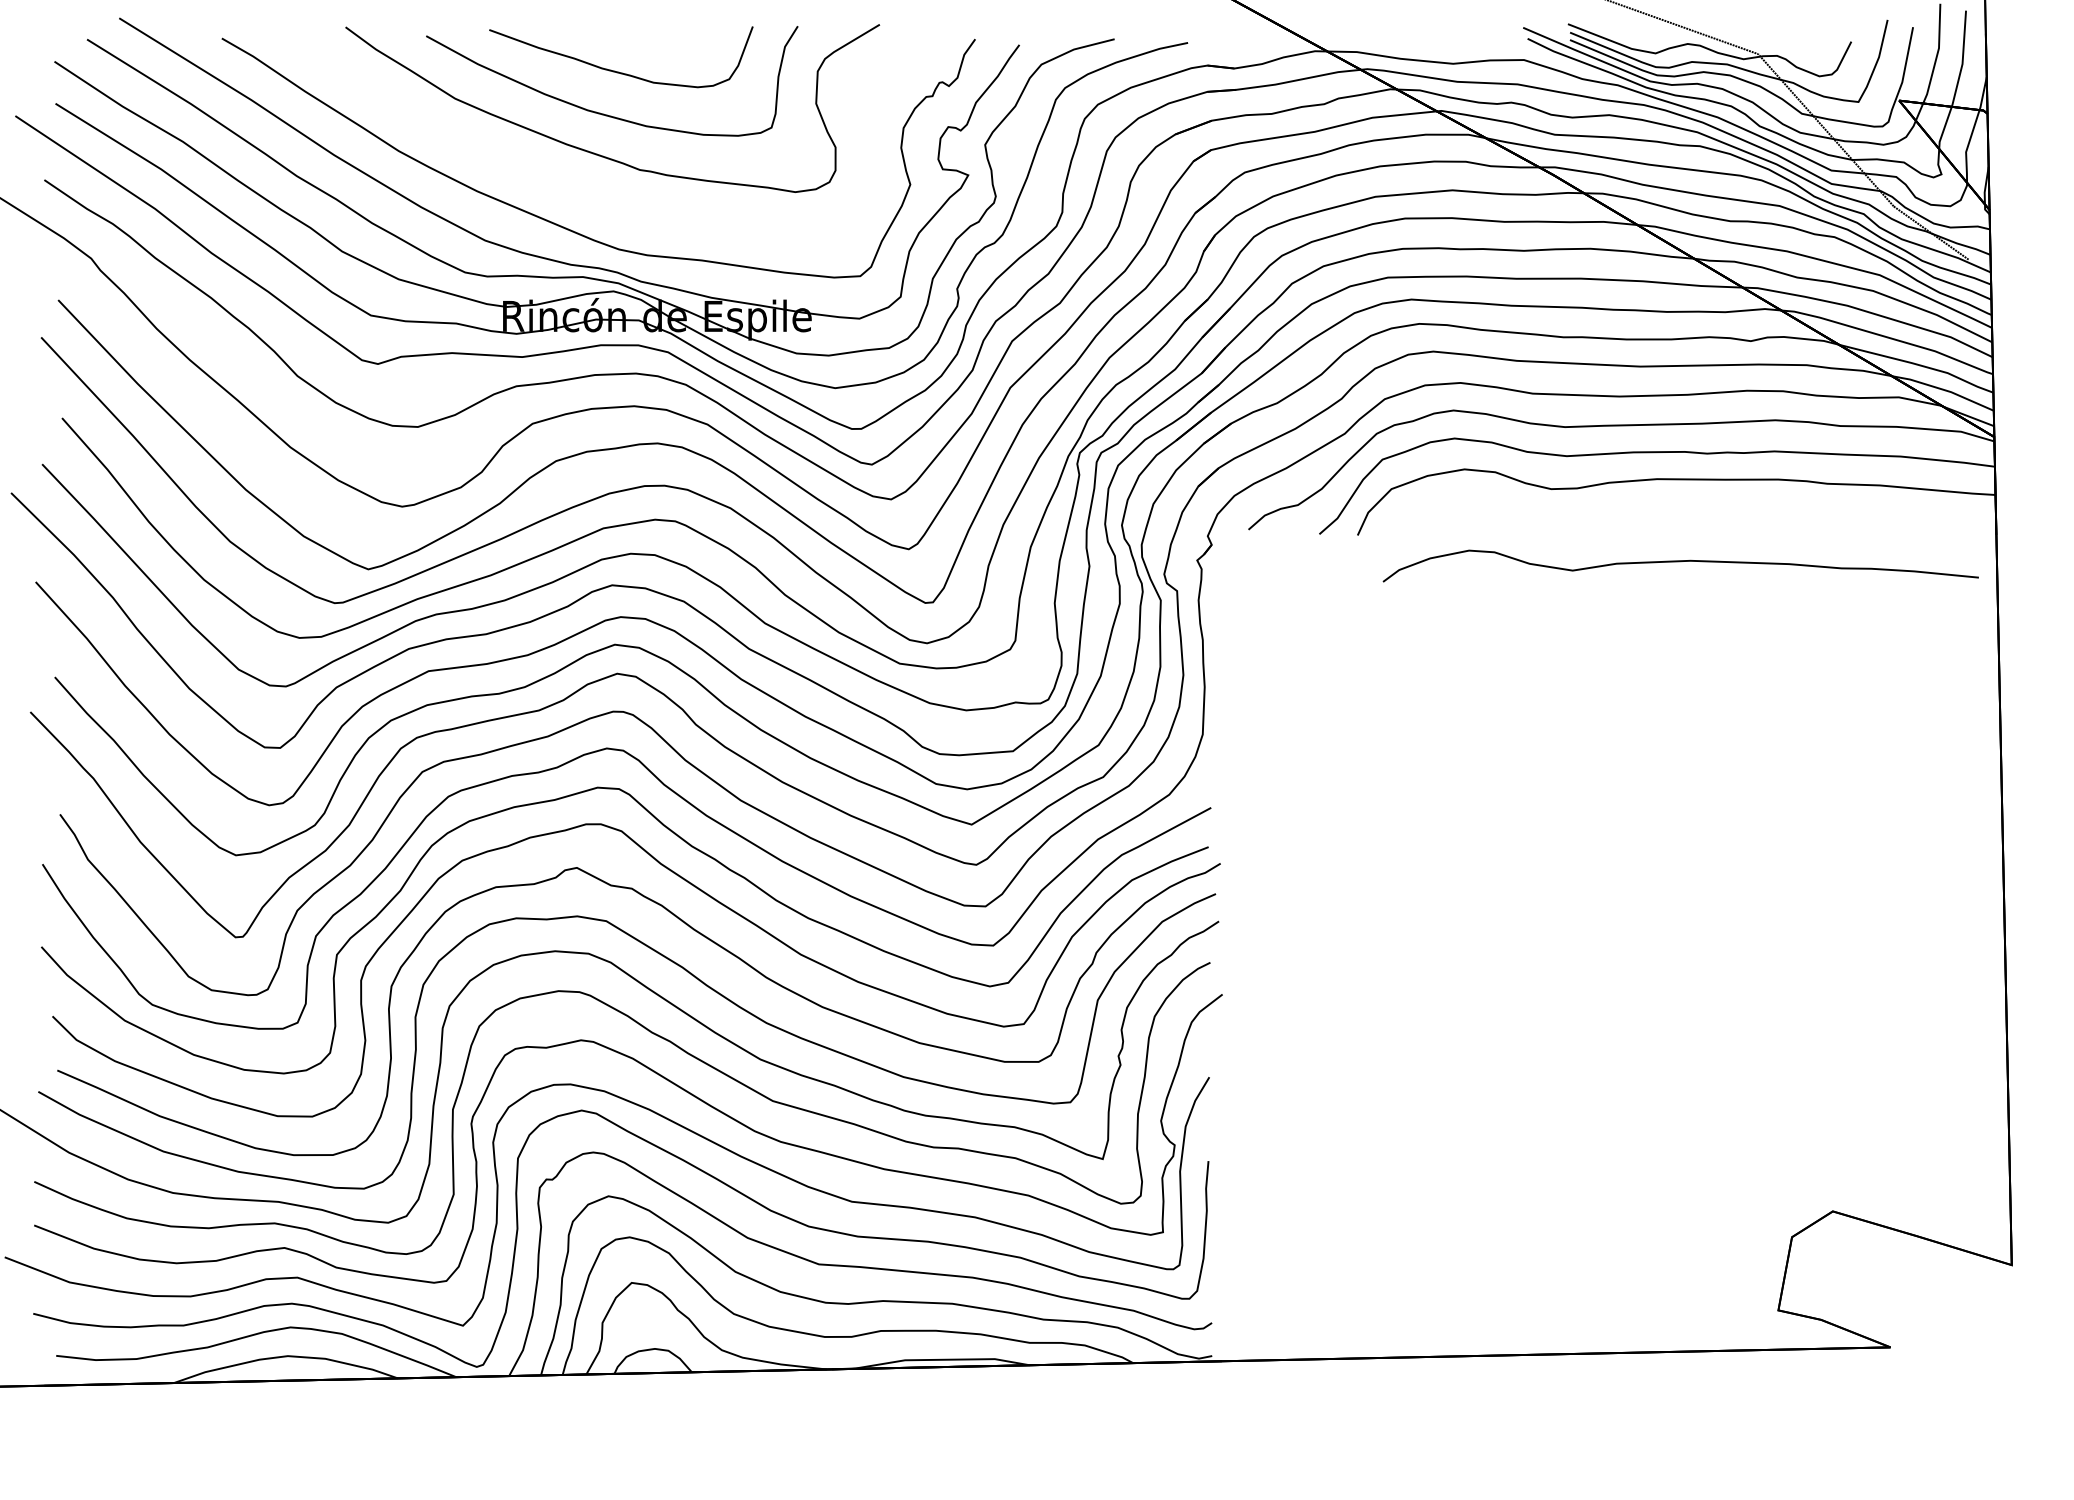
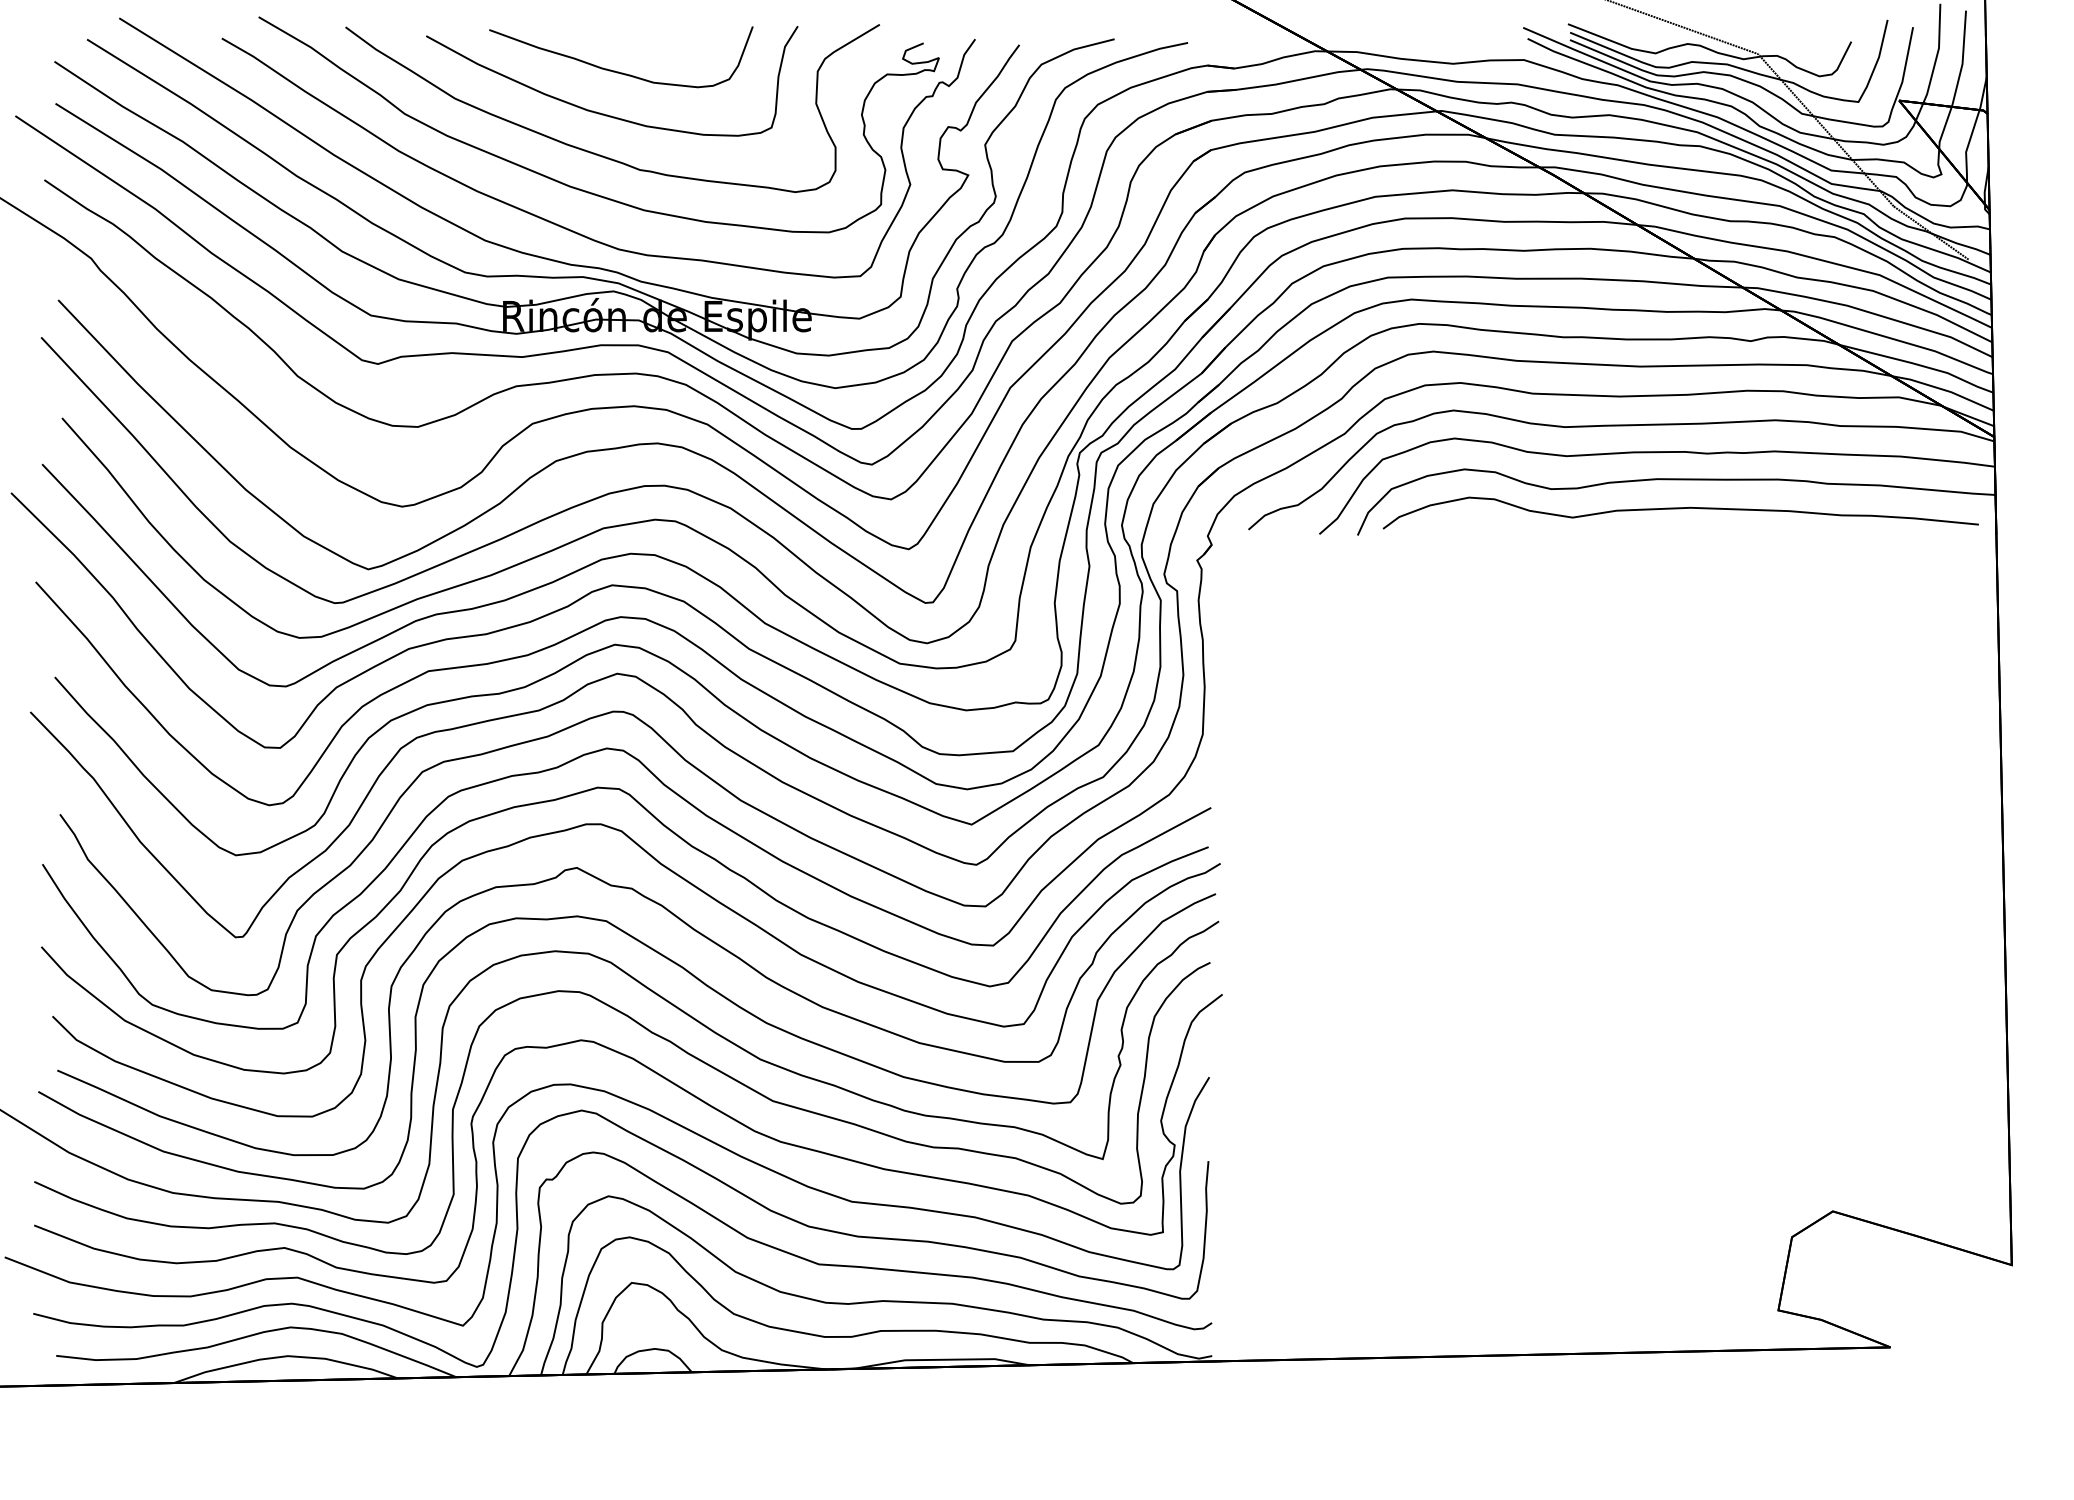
curve at (583, 189): none -> present
curve at (1680, 562) position: (1680, 562) -> (1680, 509)
